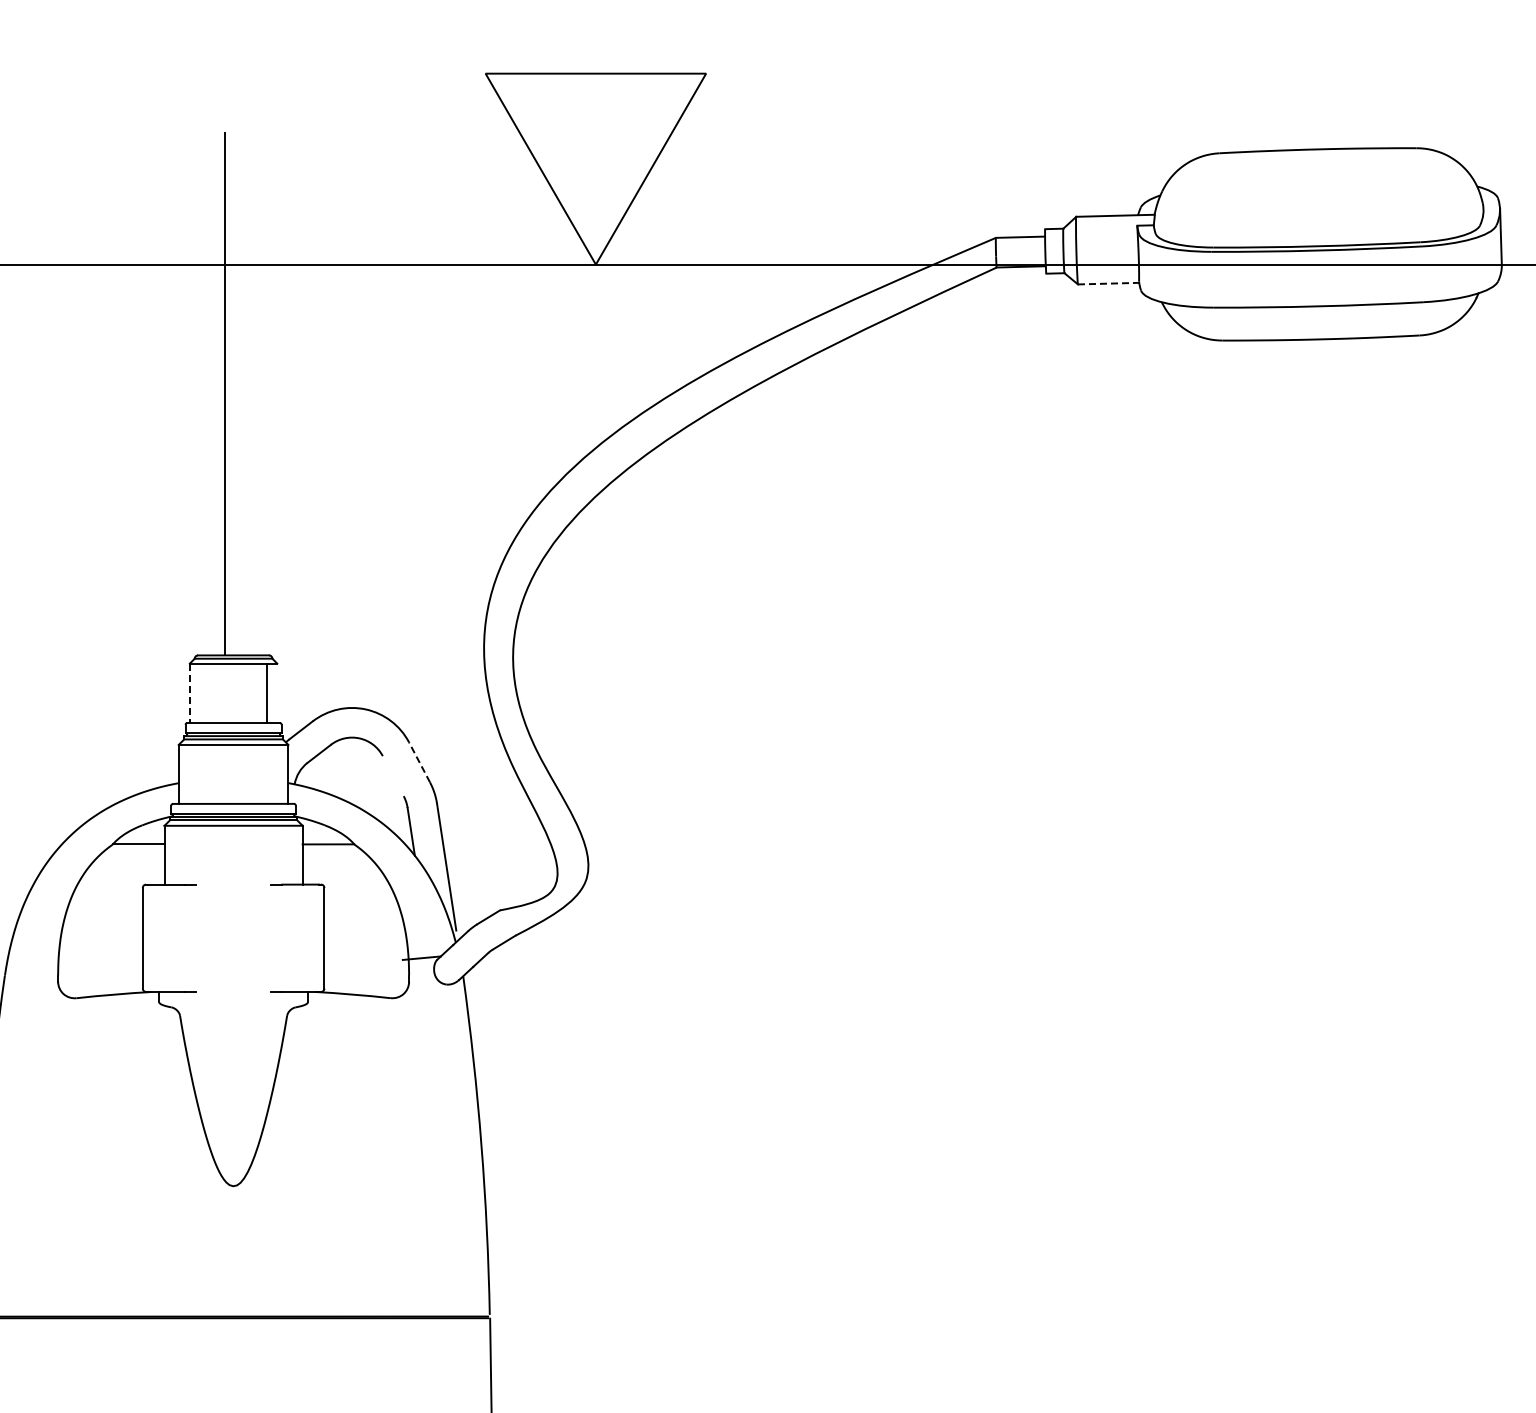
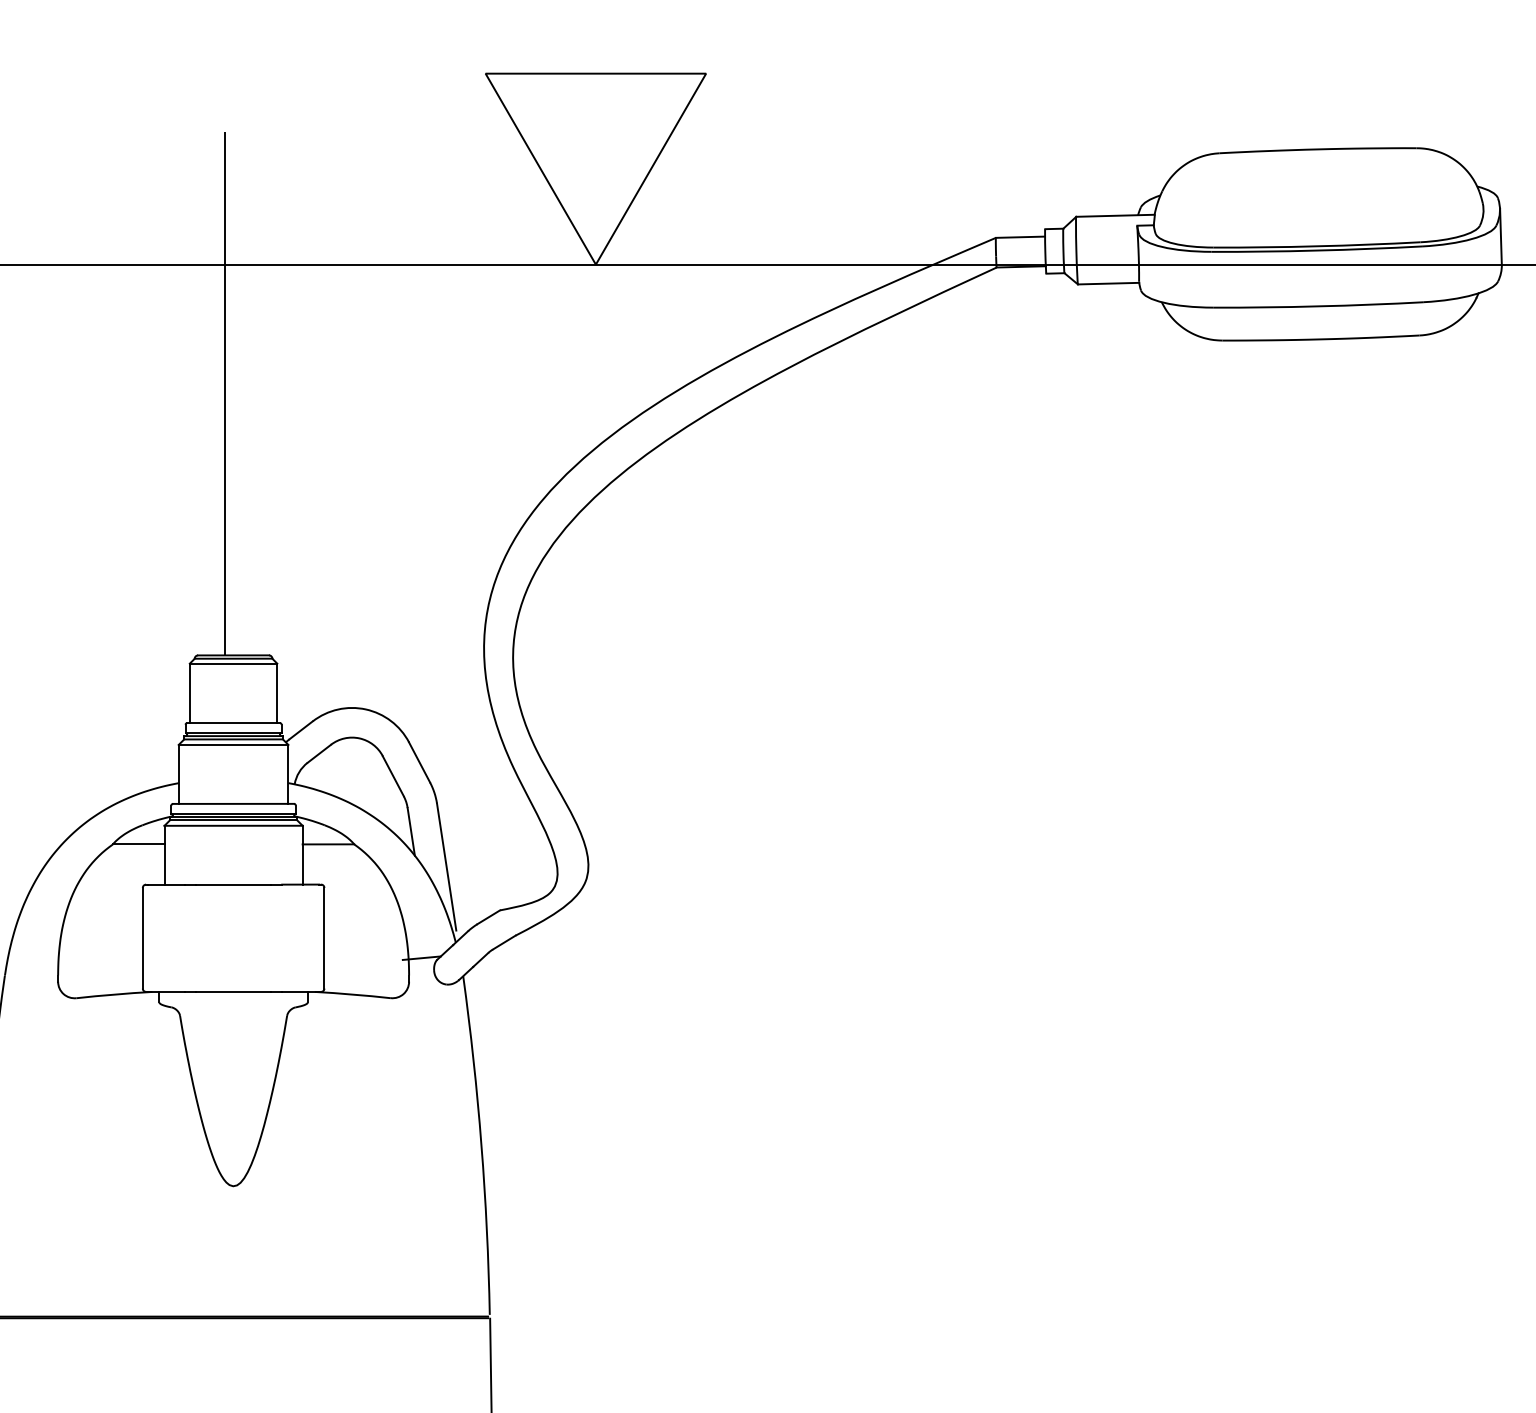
line at (1108, 283): dashed -> solid
line at (189, 693): dashed -> solid
line at (267, 693) position: (267, 693) -> (277, 693)
line at (419, 762): dashed -> solid
line at (392, 776): none -> present
line at (233, 884): none -> present
line at (233, 991): none -> present
